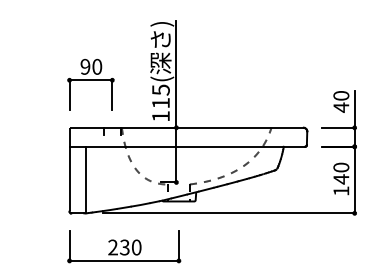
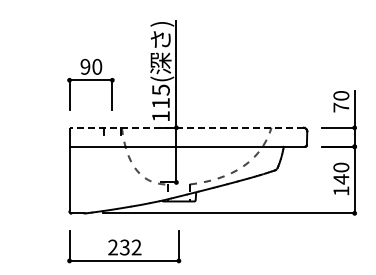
text at (341, 107): 40 -> 70
line at (187, 127): solid -> dashed
line at (86, 178): present -> none
text at (136, 247): 230 -> 232
